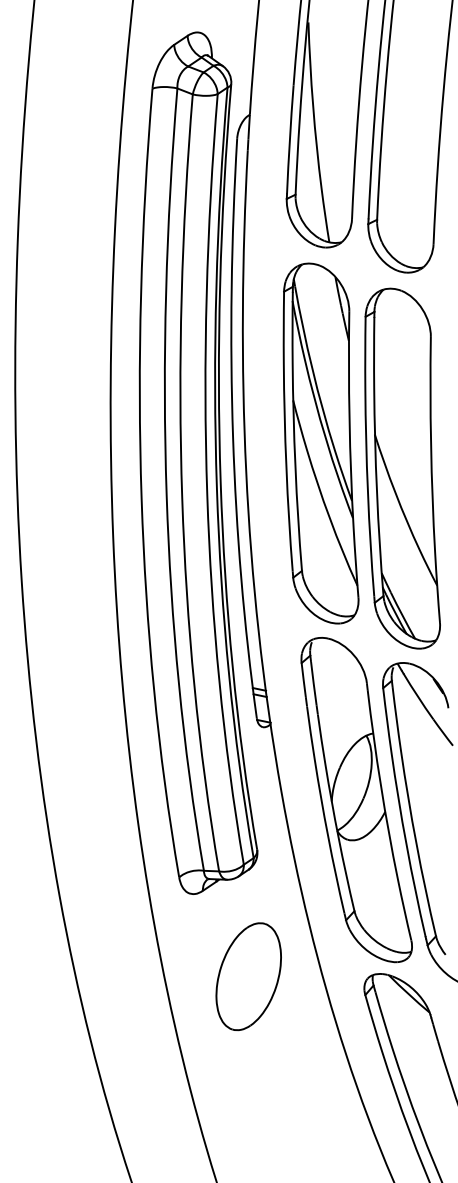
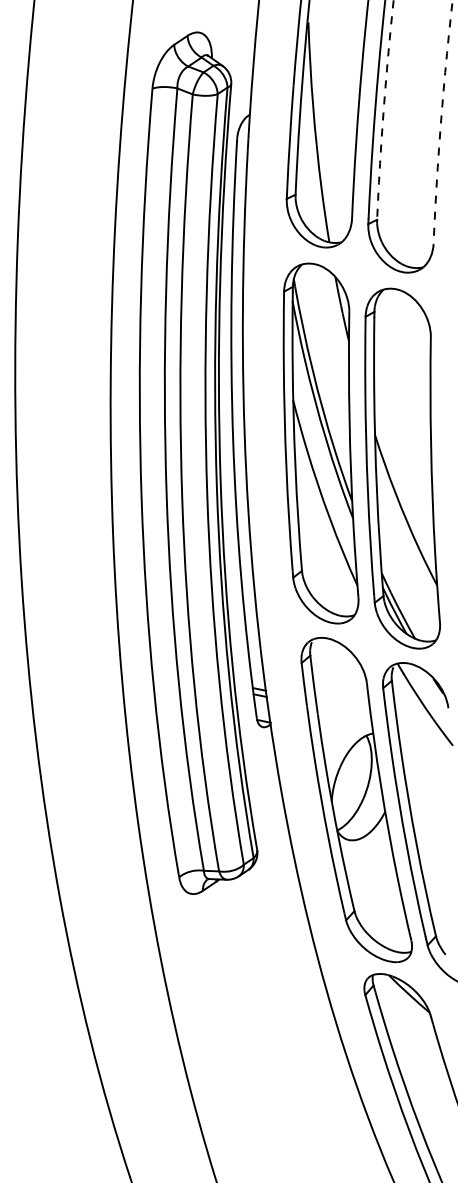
arc at (383, 110): solid -> dashed
arc at (440, 122): solid -> dashed
part at (248, 976): present -> none
